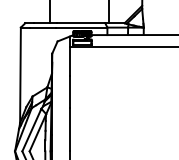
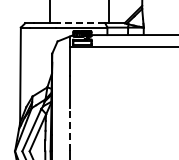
line at (81, 23): solid -> dashed
line at (69, 129): solid -> dashed
